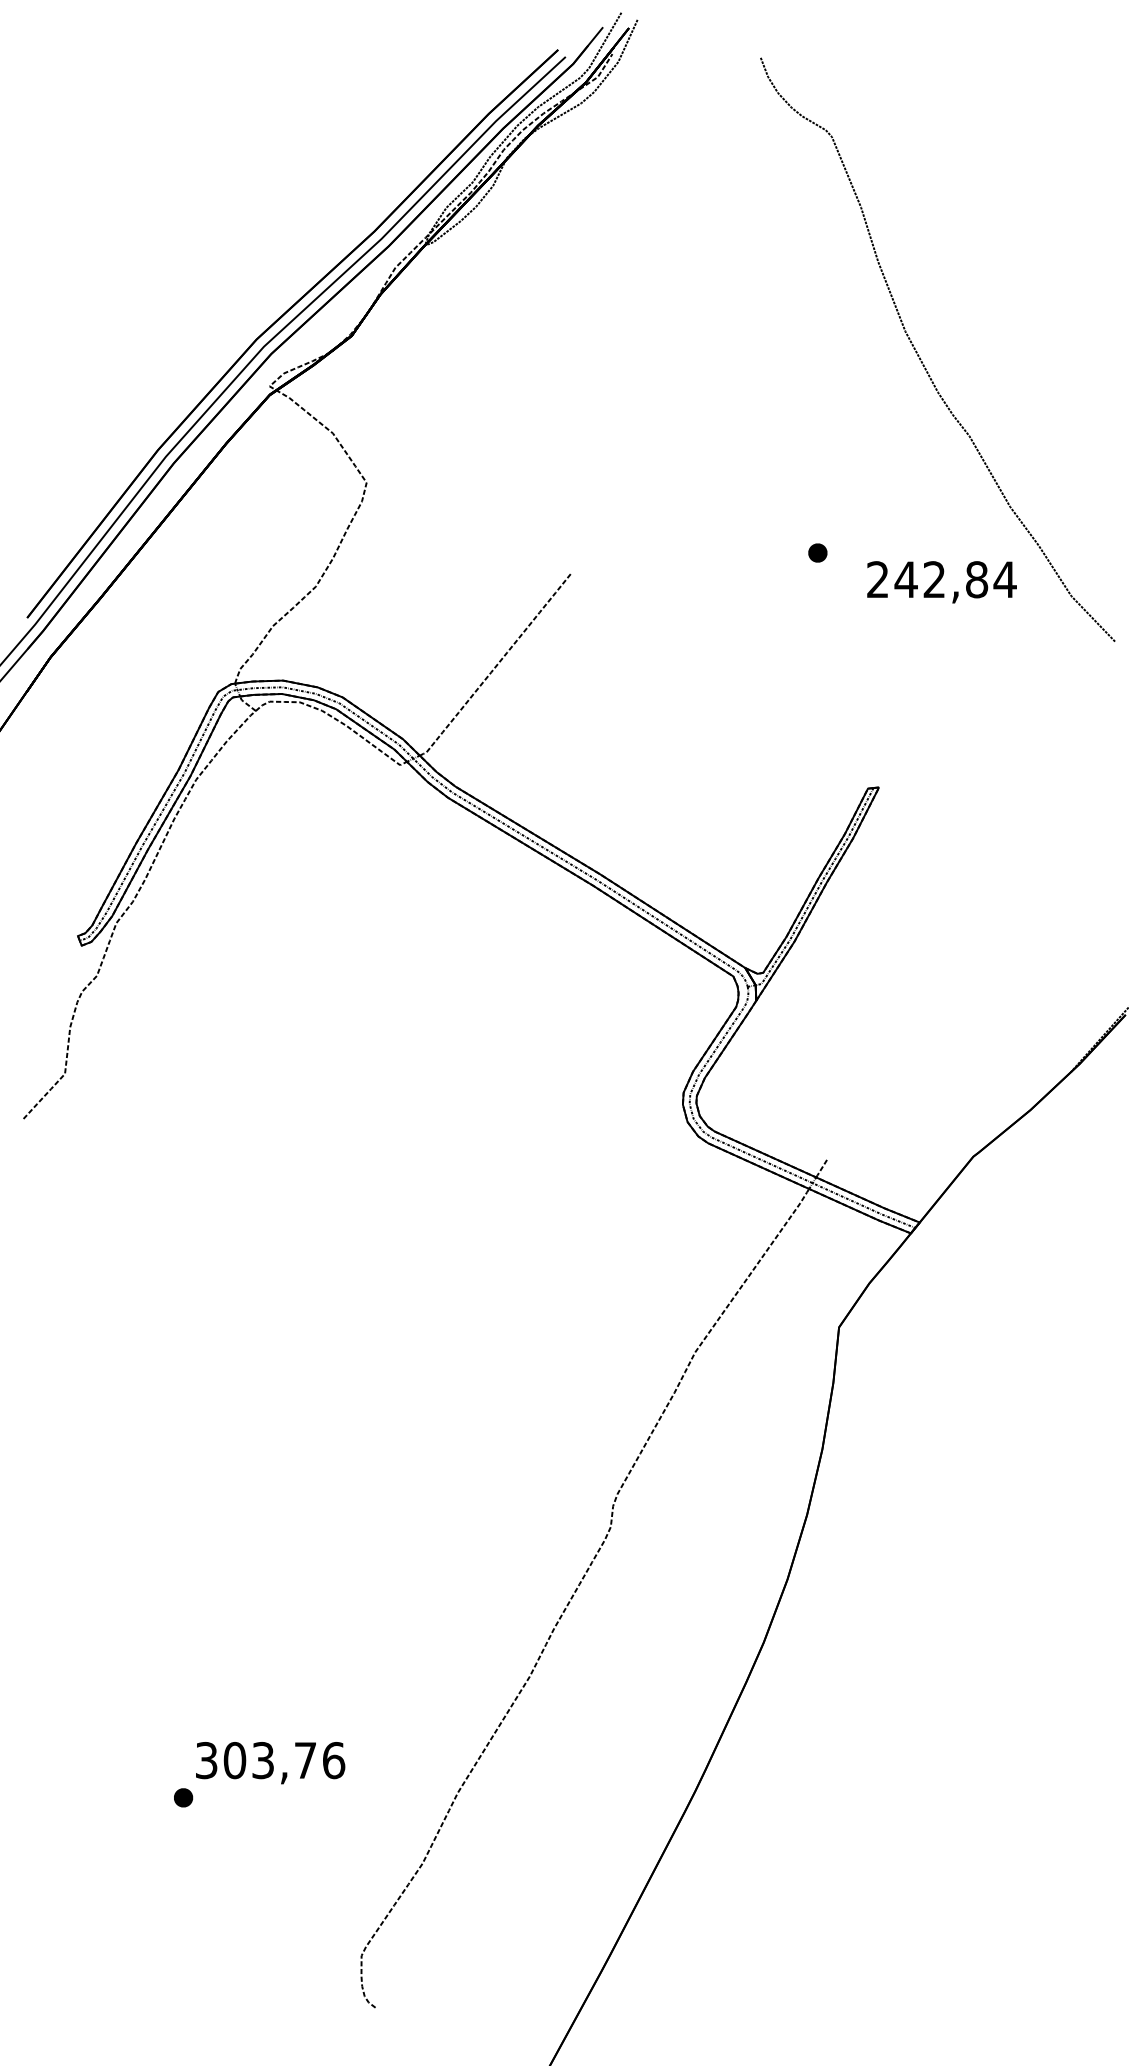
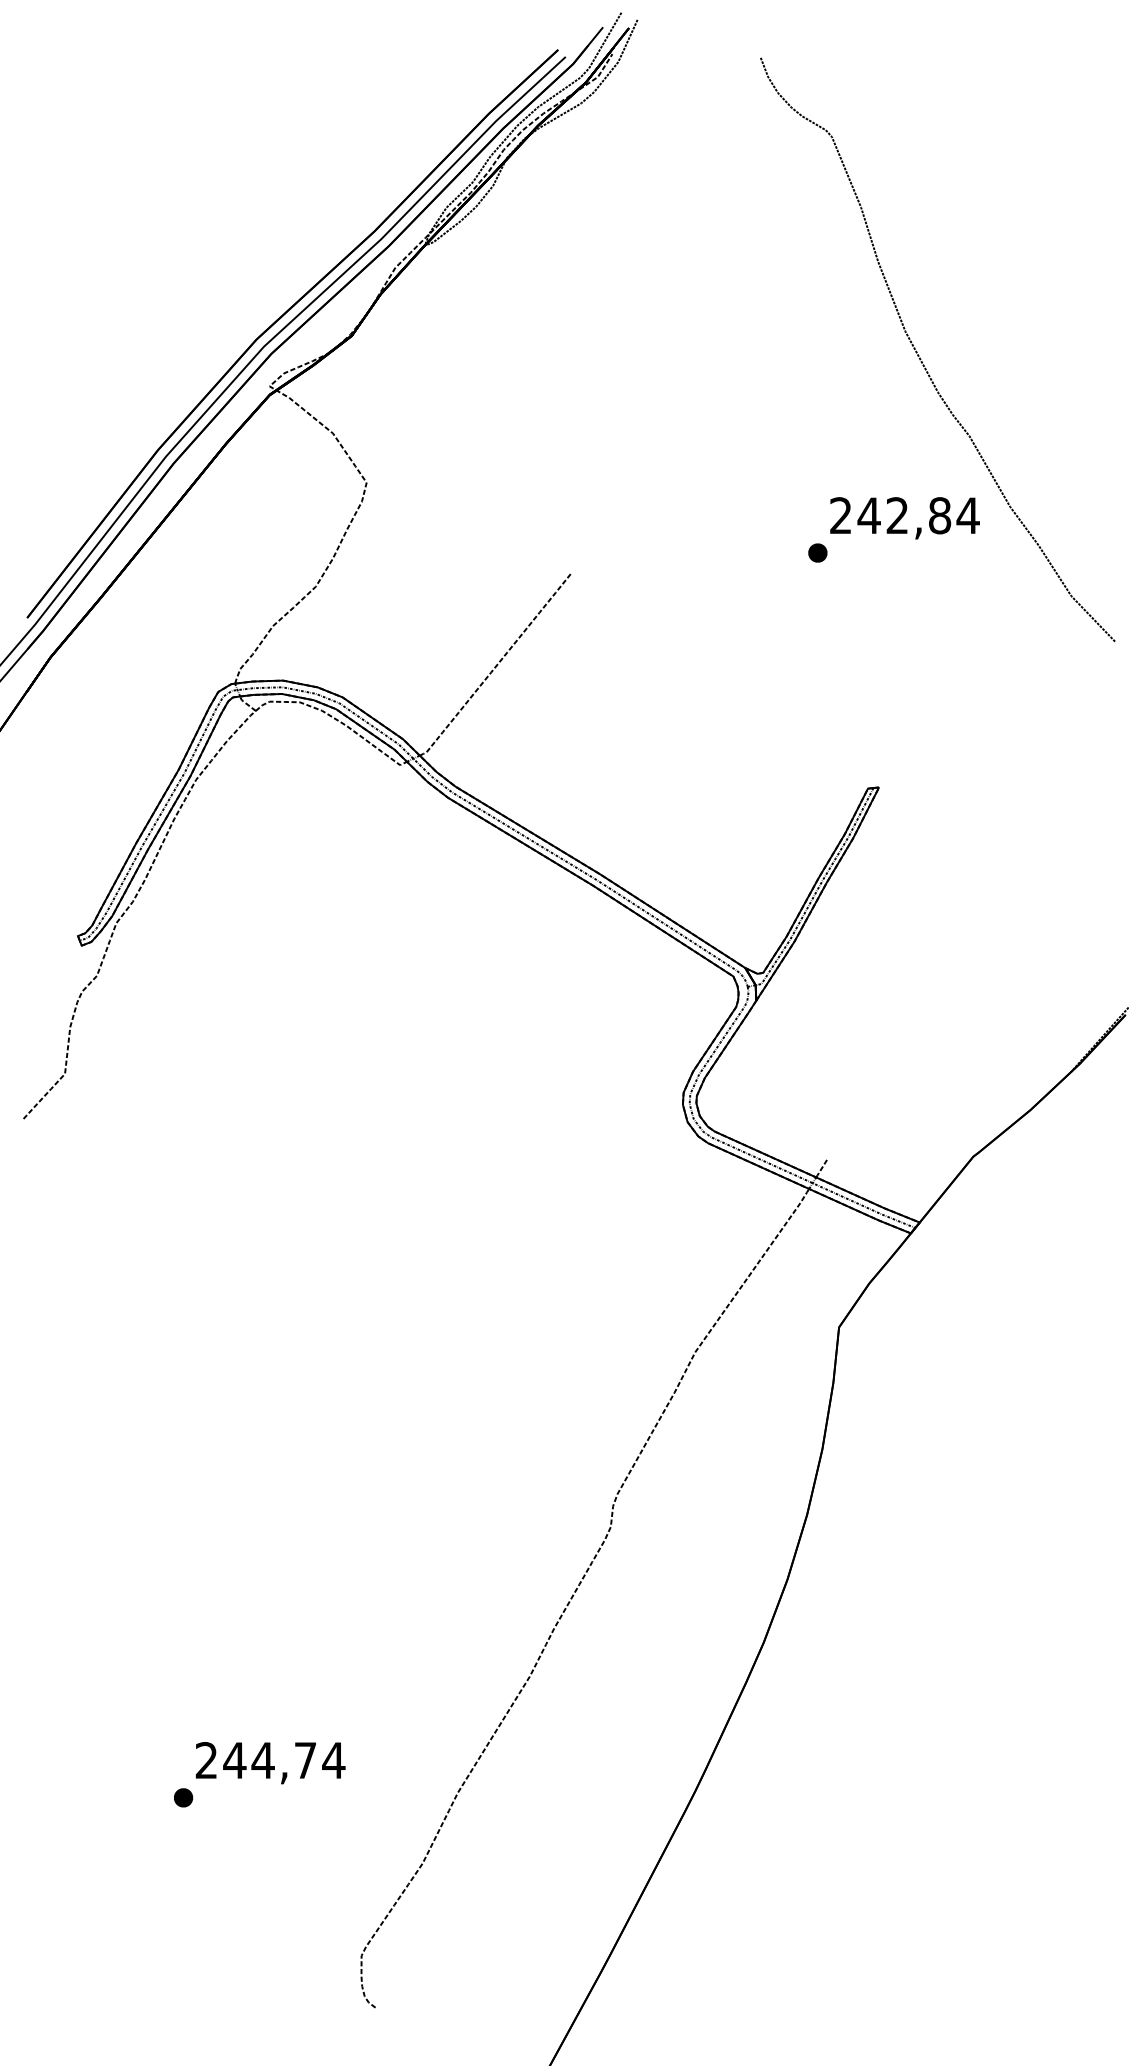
text at (941, 582) position: (941, 582) -> (904, 518)
text at (270, 1760): 303,76 -> 244,74
